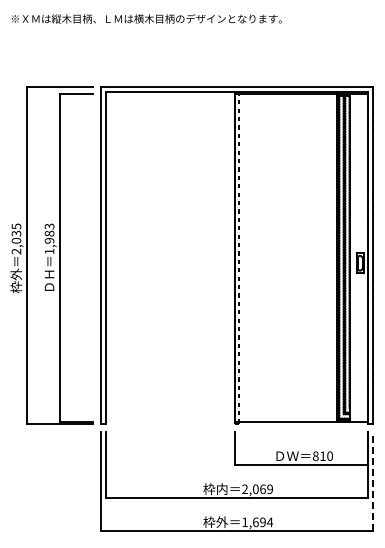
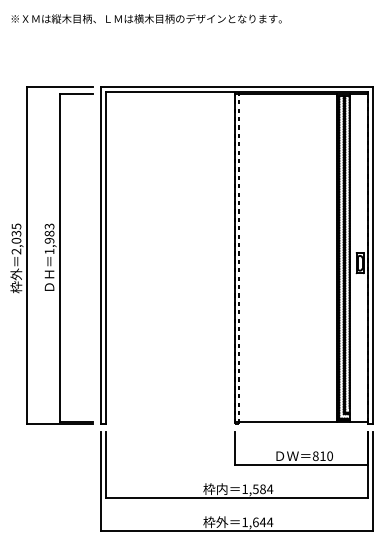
line at (372, 481): dashed -> solid
text at (257, 489): 2,069 -> 1,584
text at (262, 522): 1,694 -> 1,644
